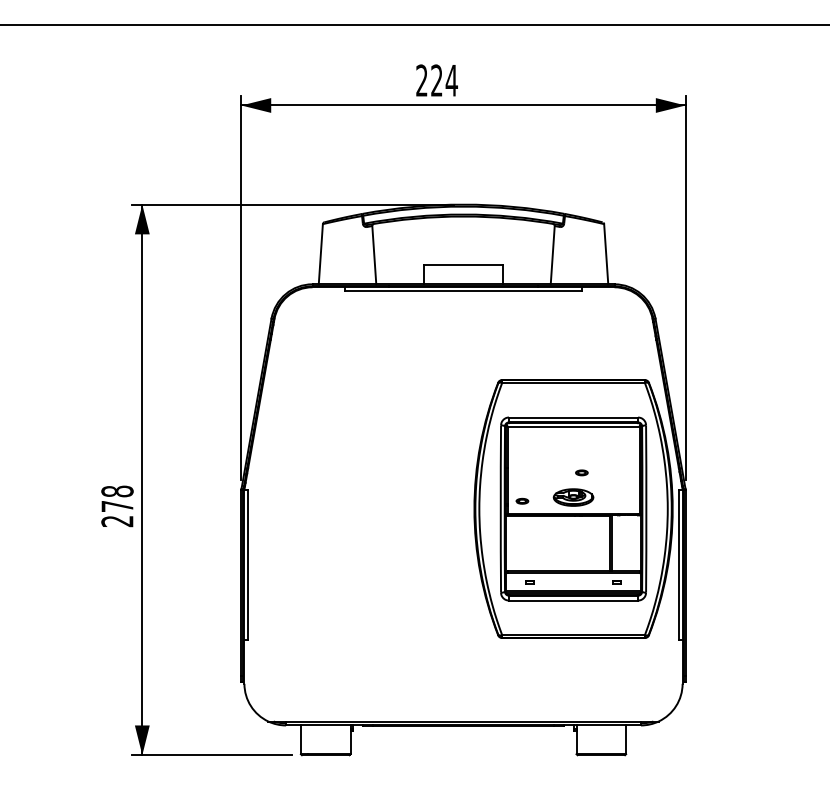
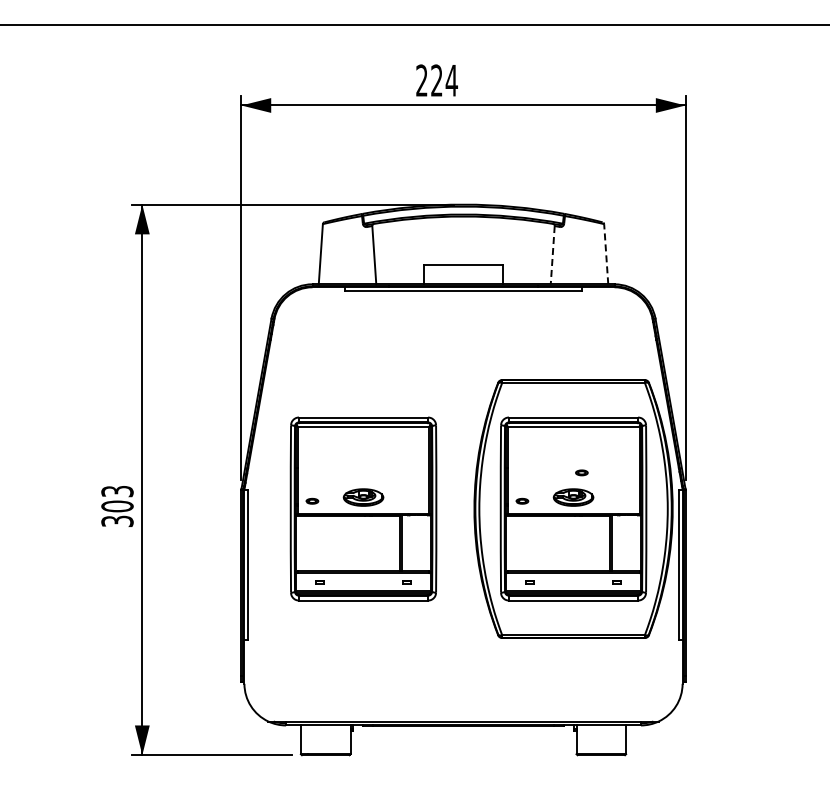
line at (606, 253): solid -> dashed
line at (552, 255): solid -> dashed
text at (117, 506): 278 -> 303
part at (363, 508): none -> present
